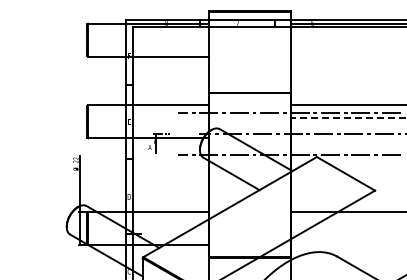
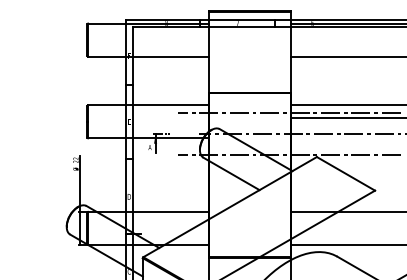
line at (346, 56): none -> present
line at (348, 118): dashed -> solid
line at (346, 244): none -> present
